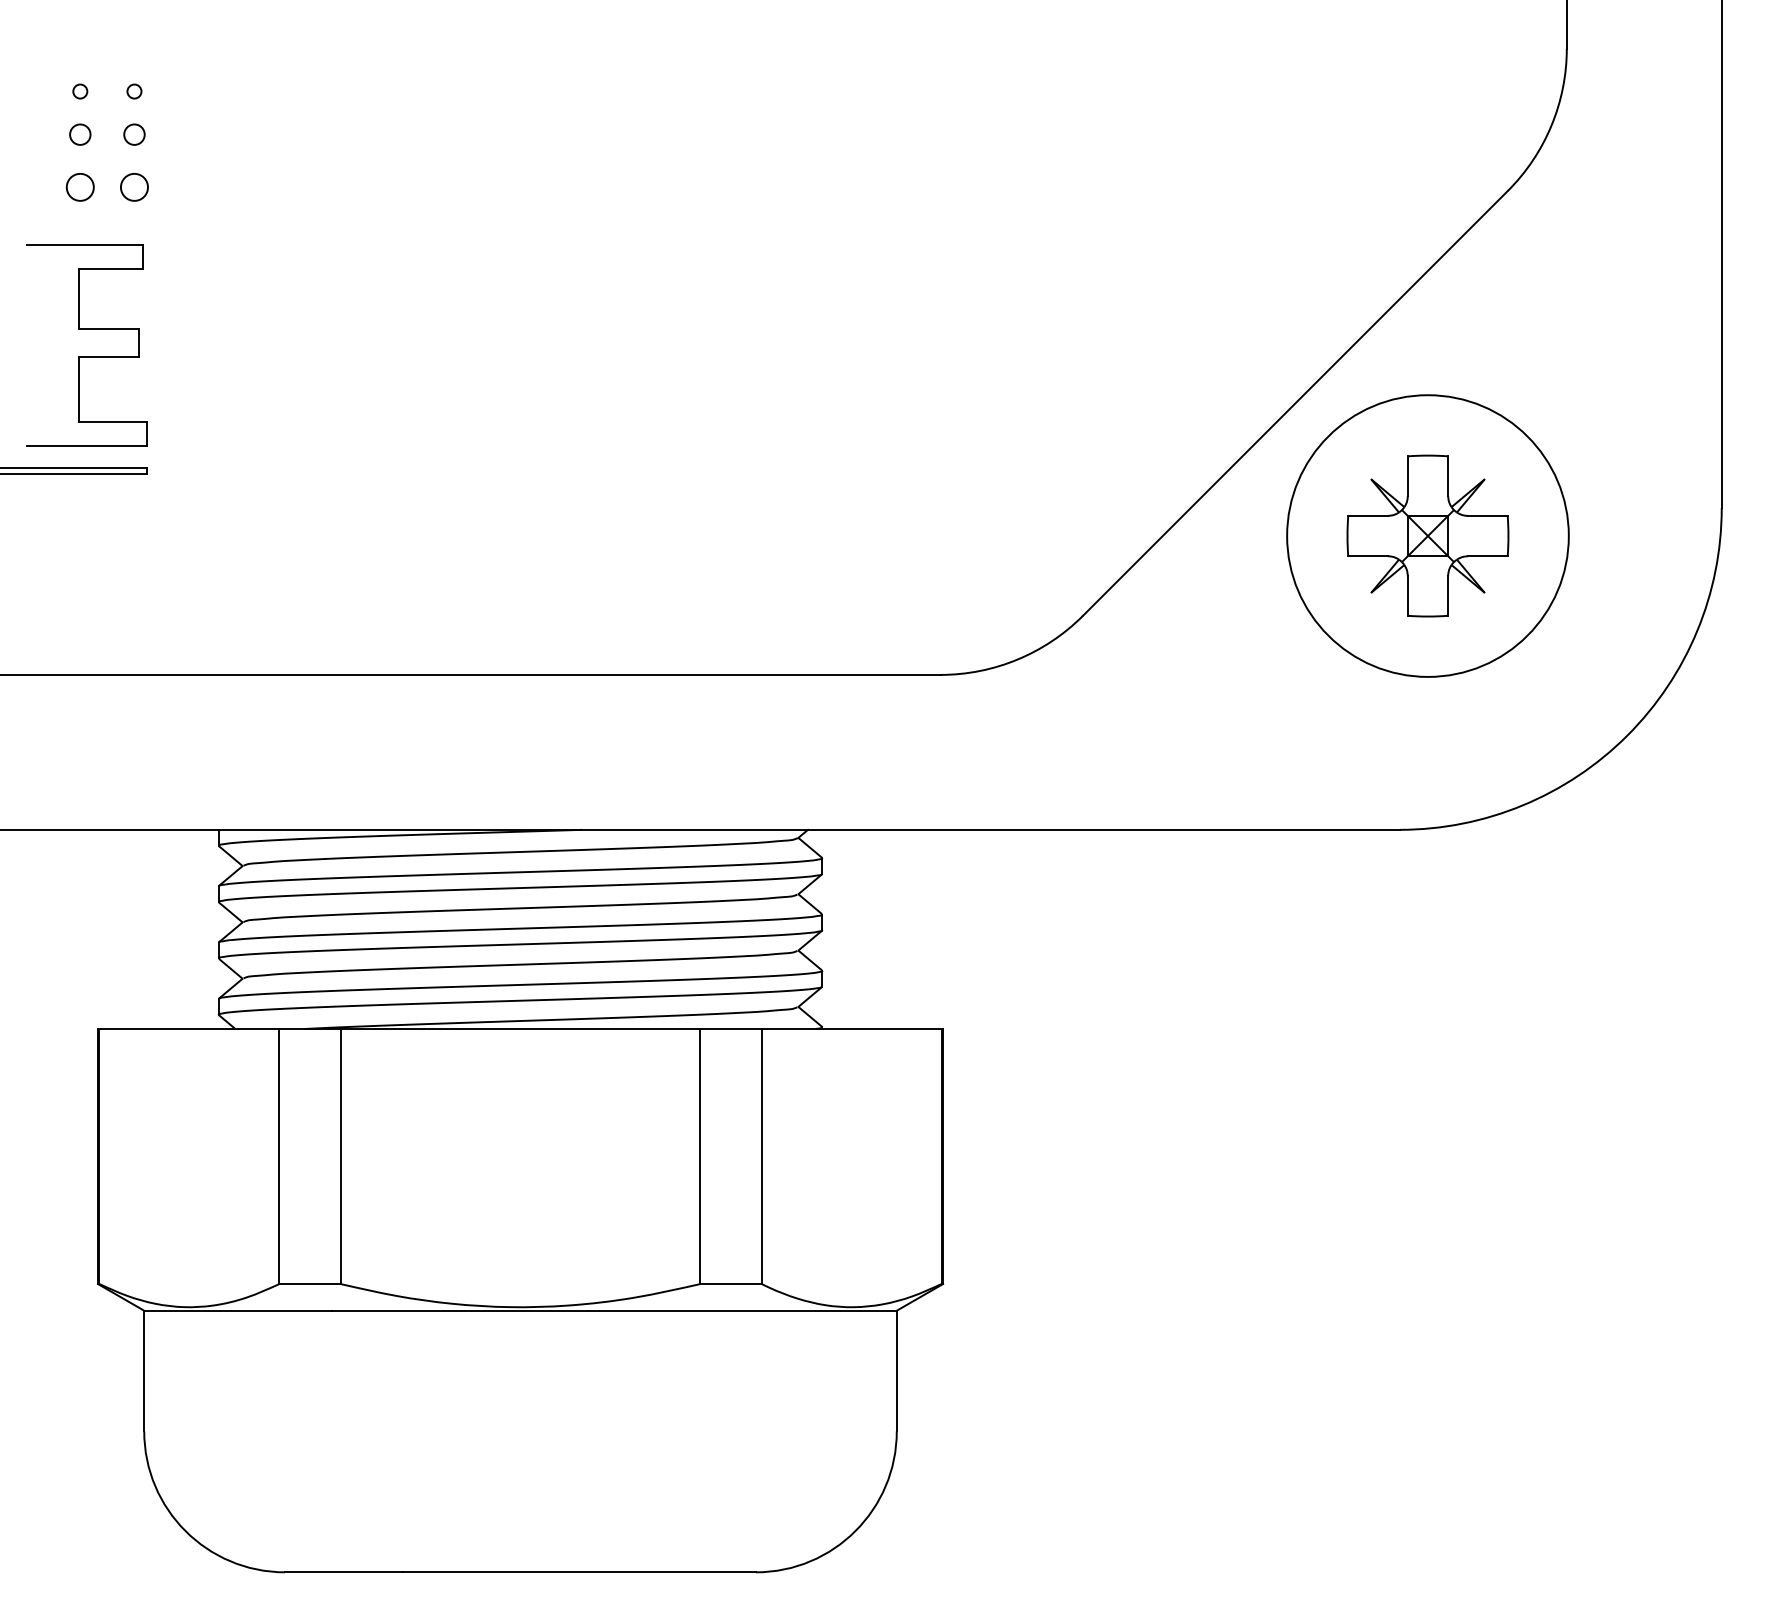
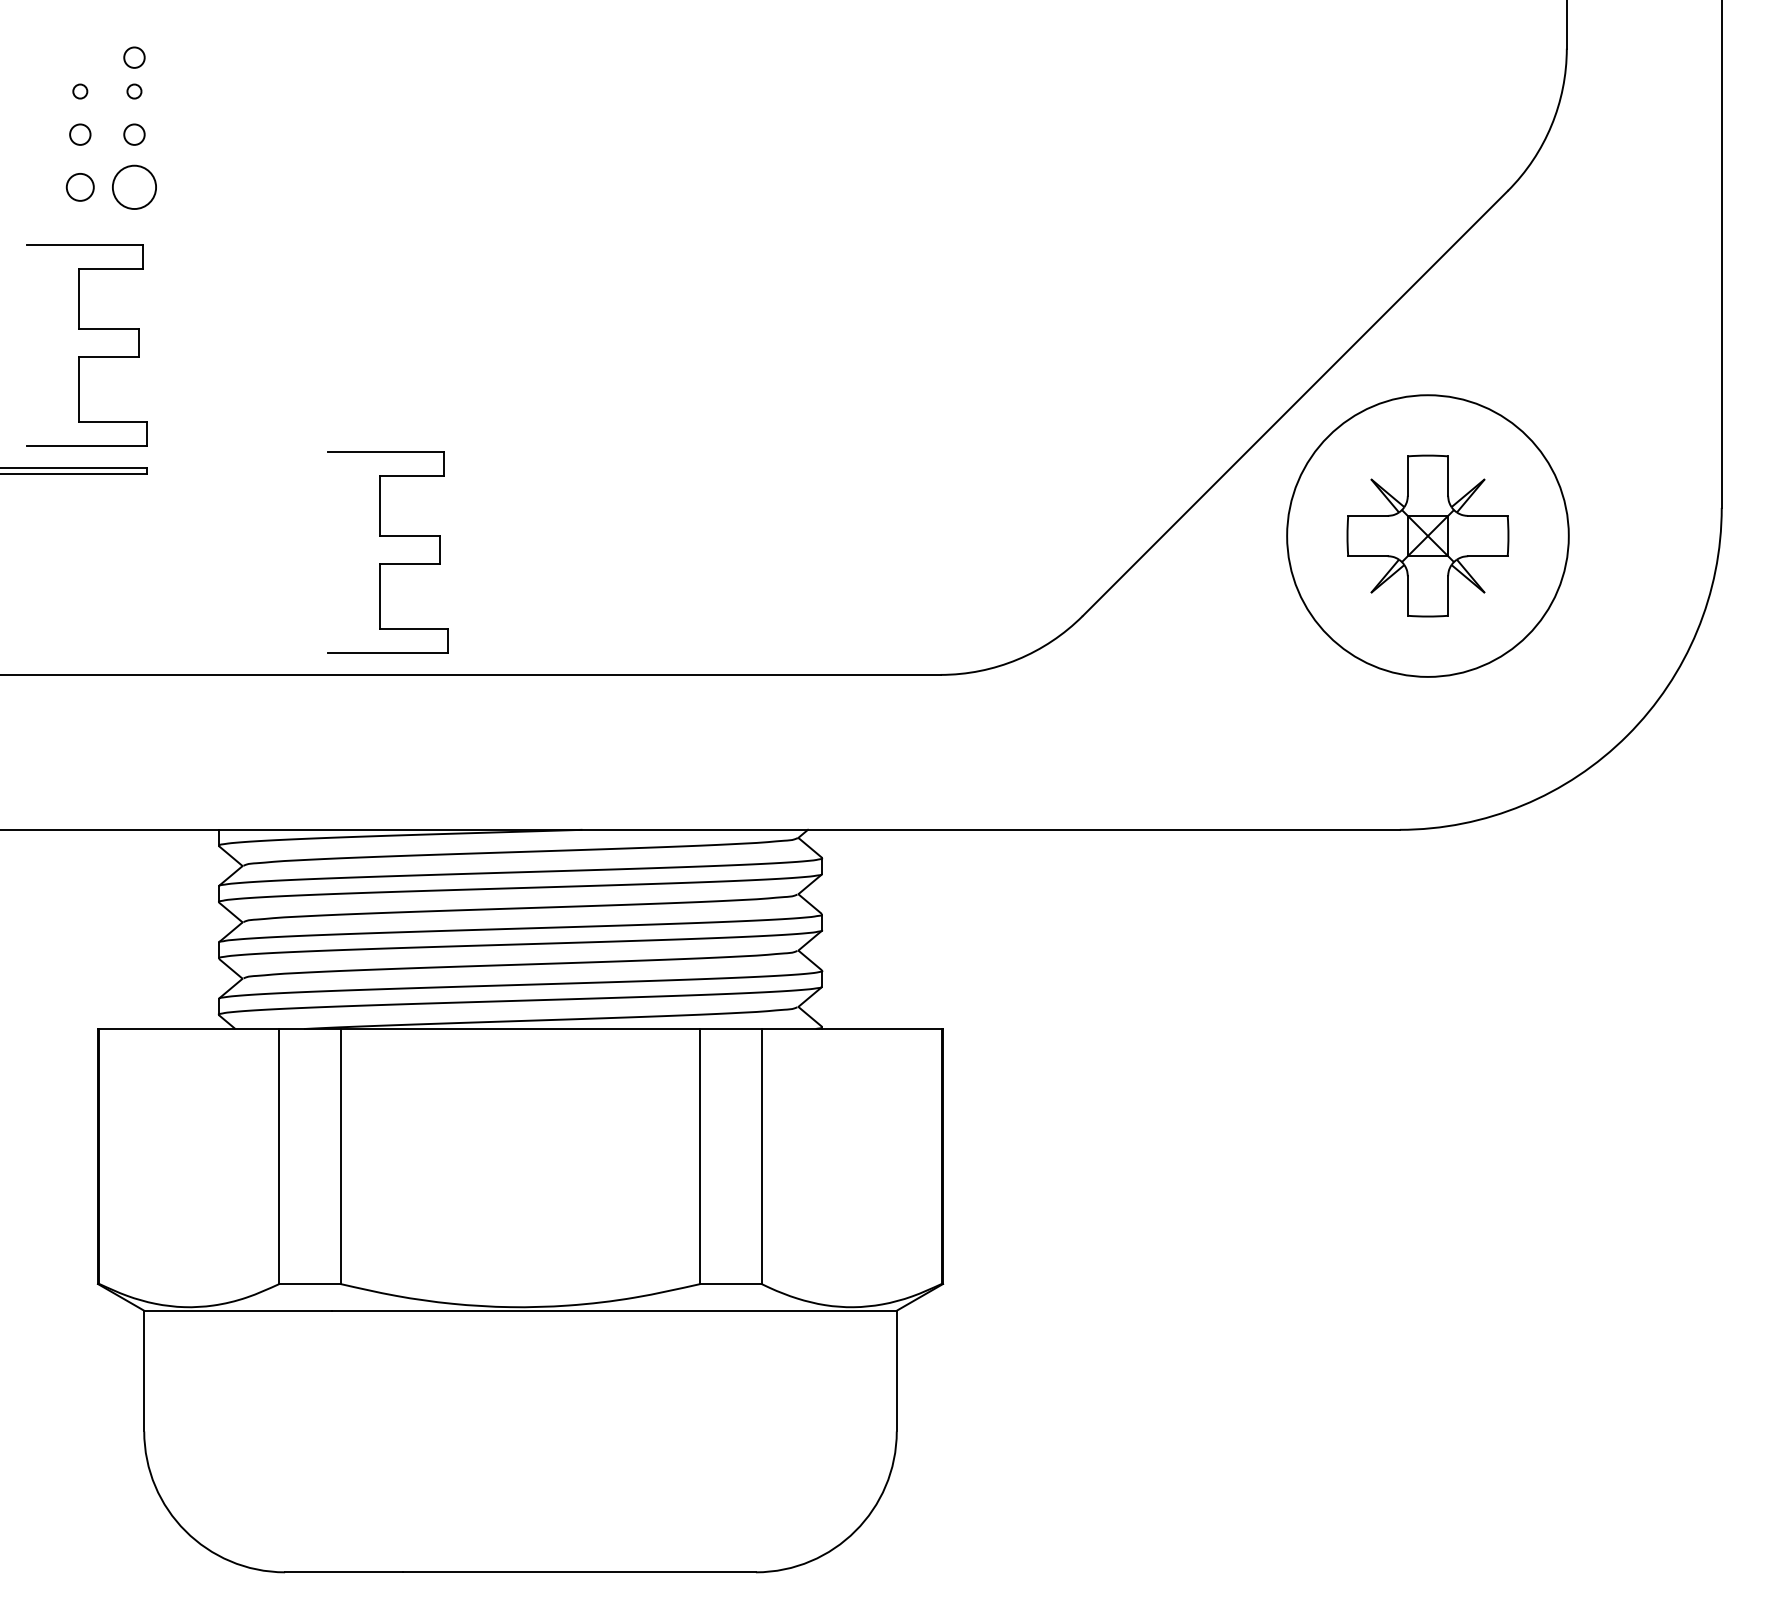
circle at (134, 57): none -> present
circle at (134, 186) diameter: 27 px -> 43 px
part at (387, 563): none -> present
